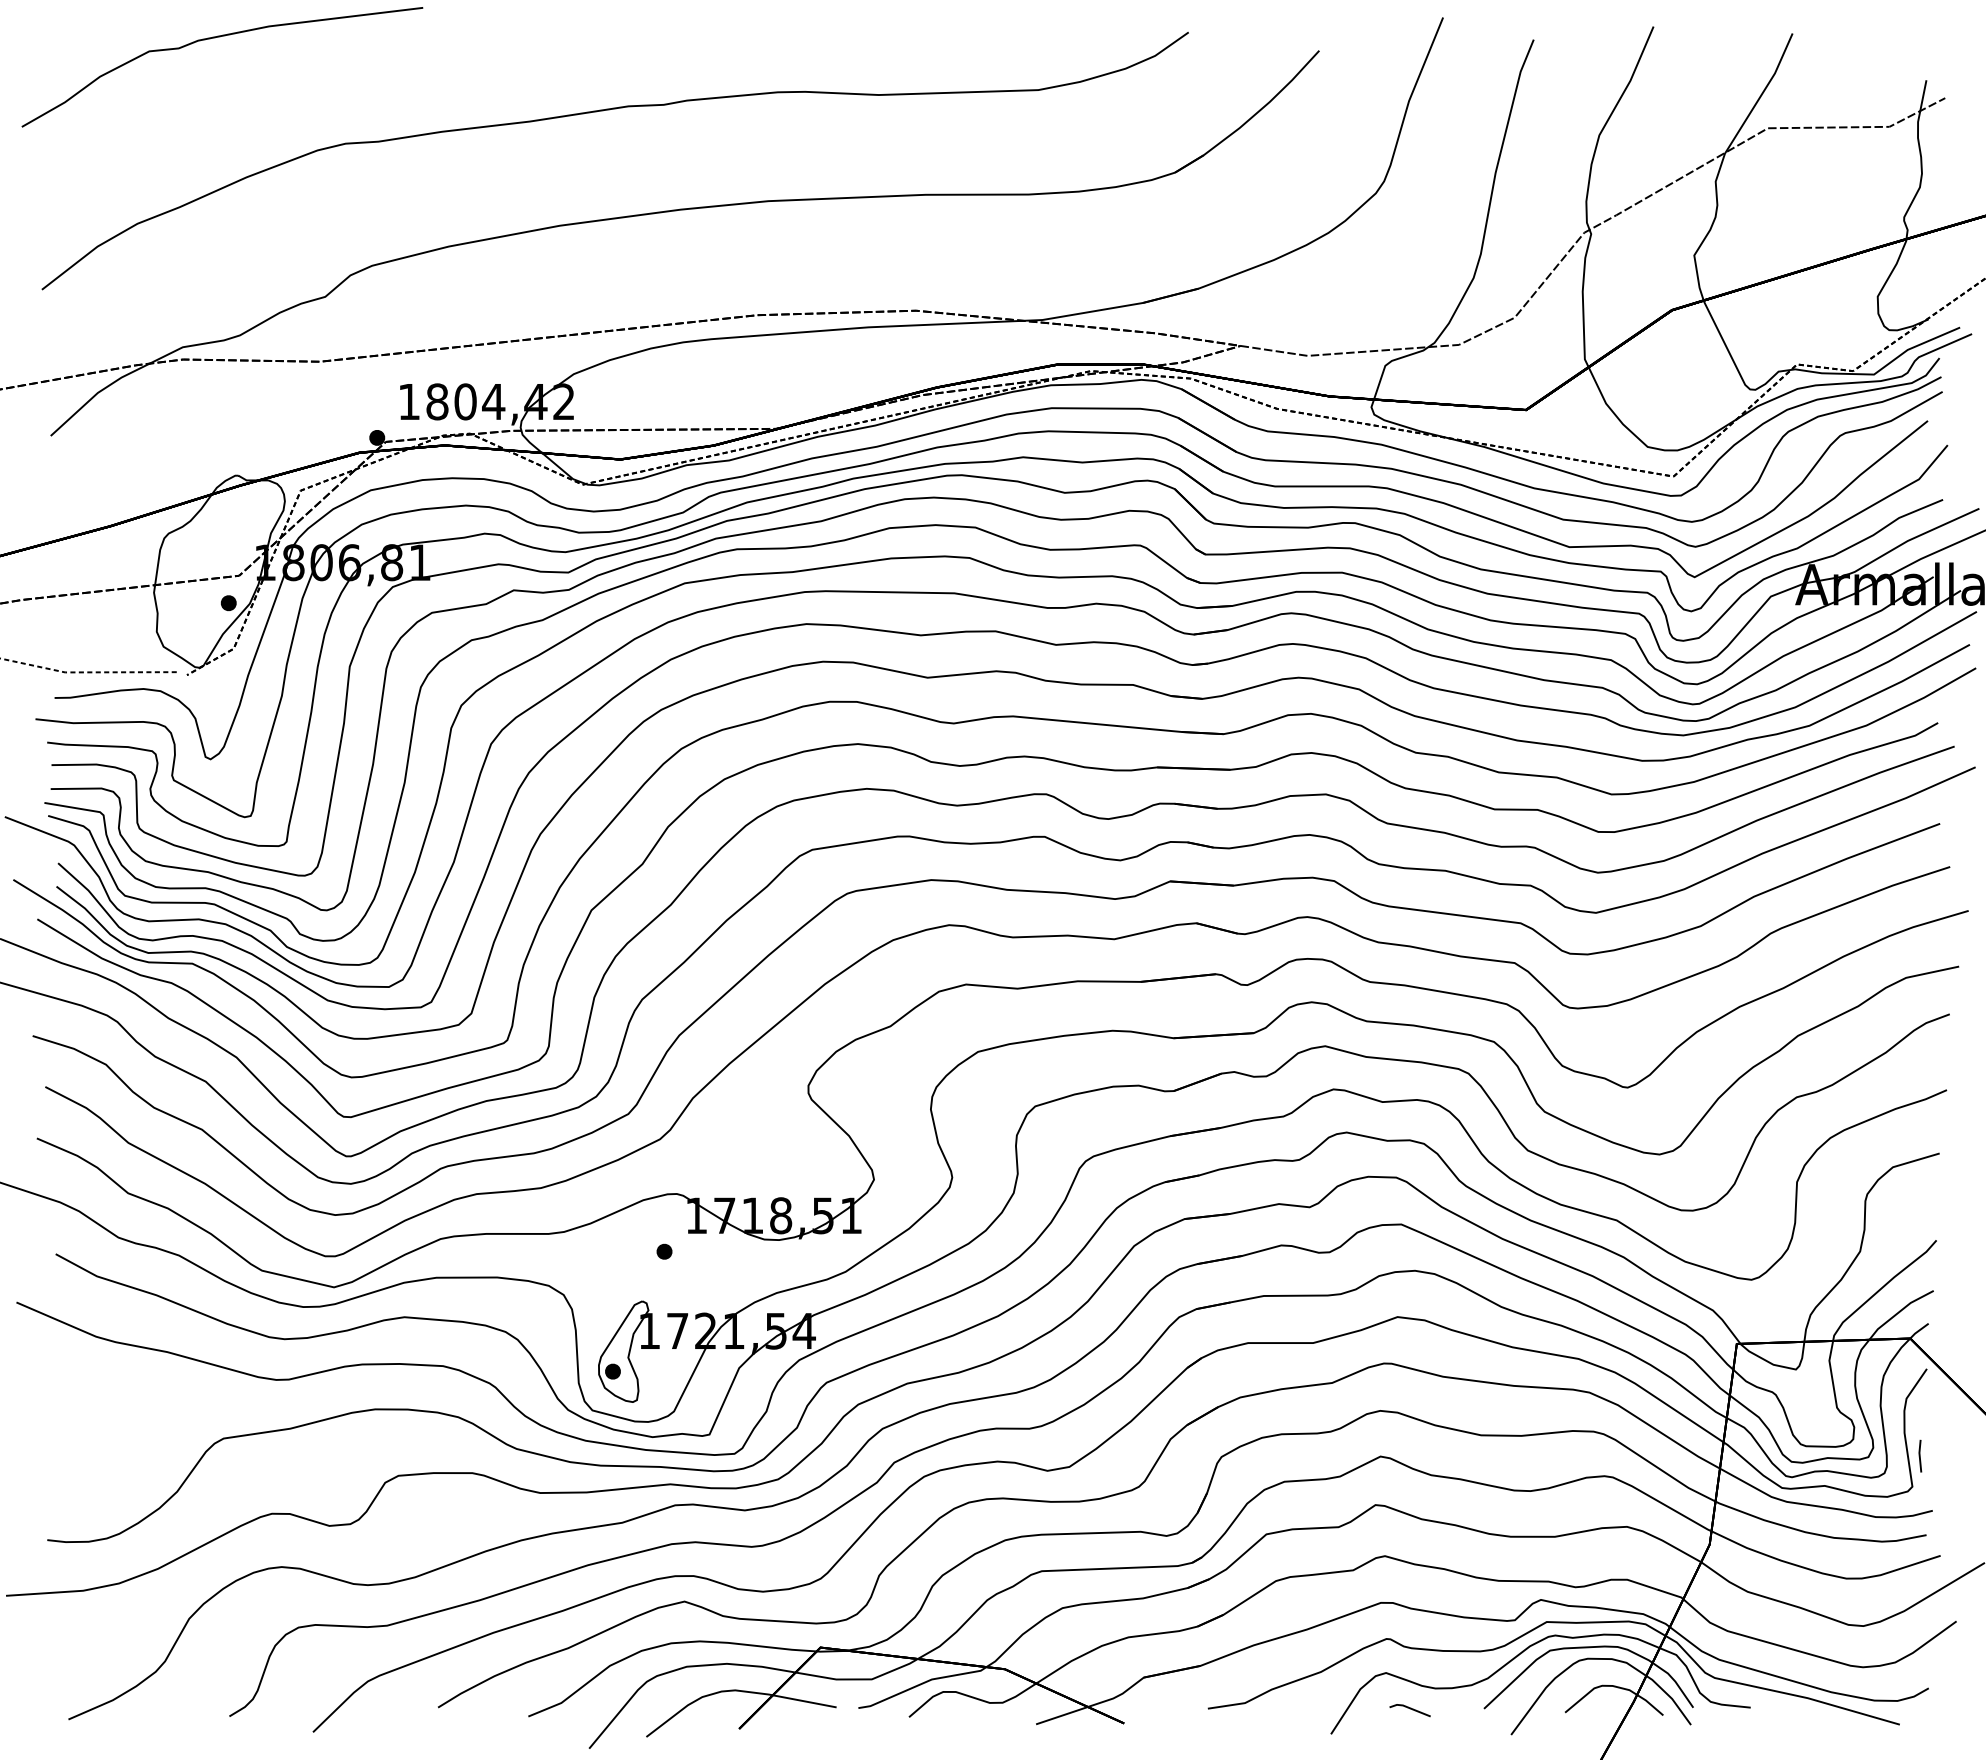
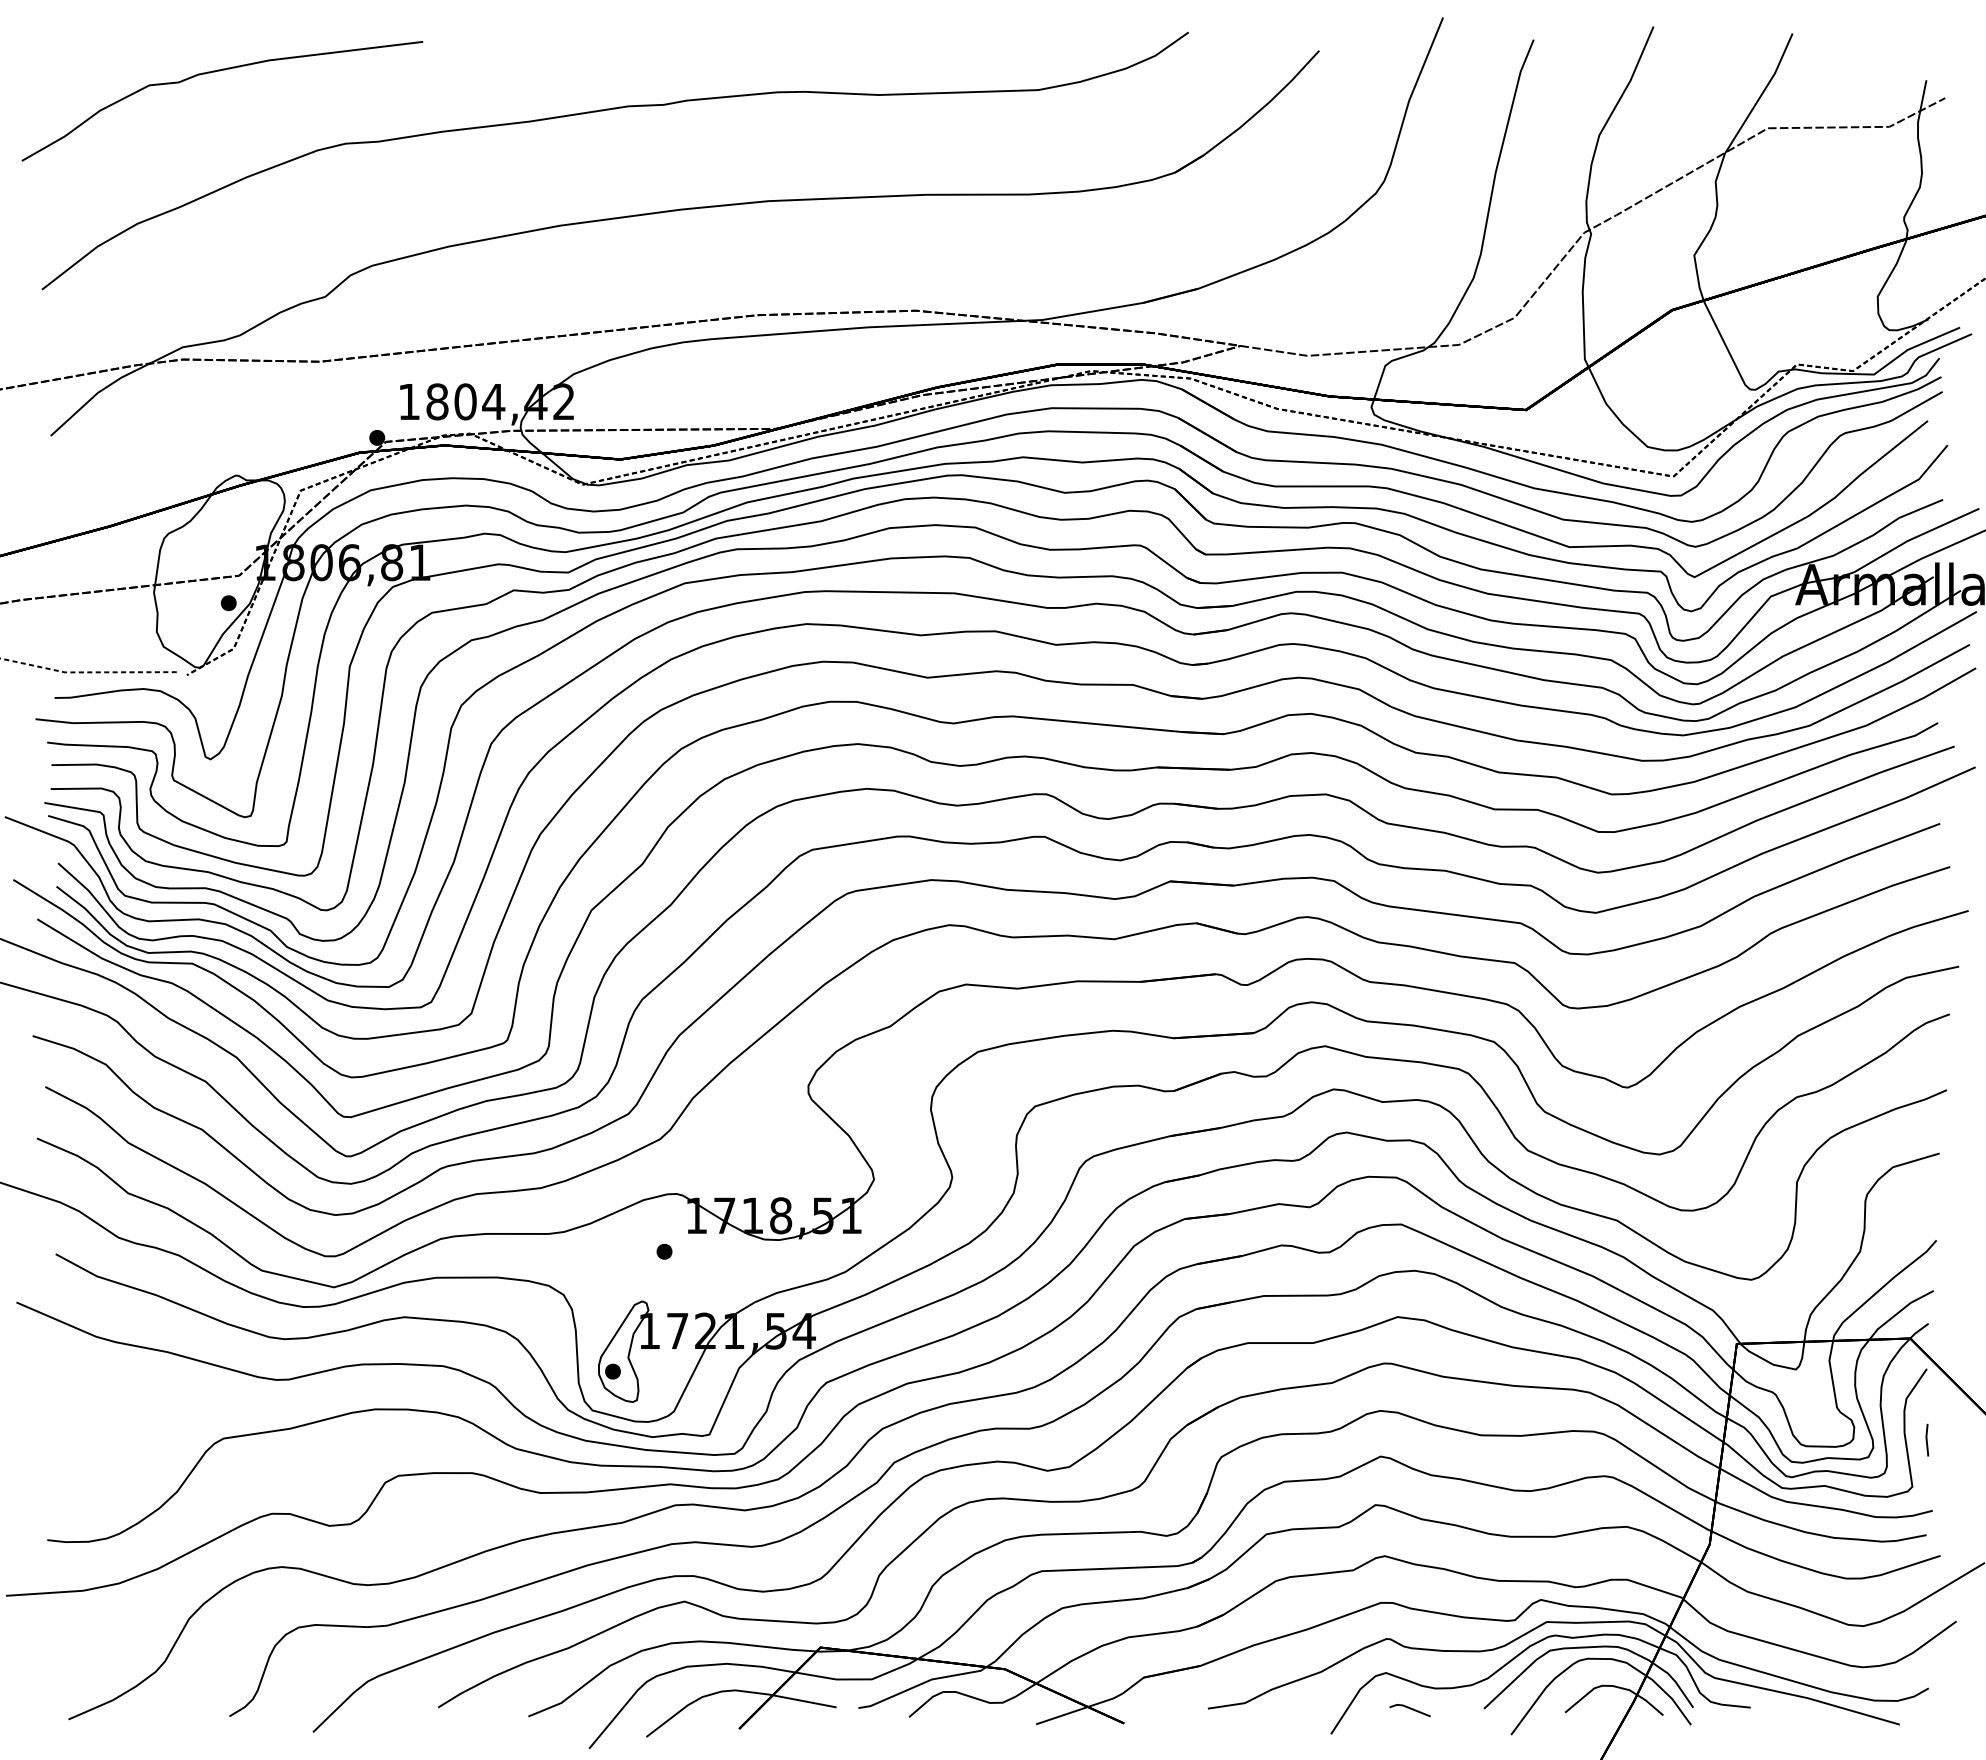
curve at (215, 38) position: (215, 38) -> (215, 72)
line at (1920, 1455) position: (1920, 1455) -> (1927, 1439)
